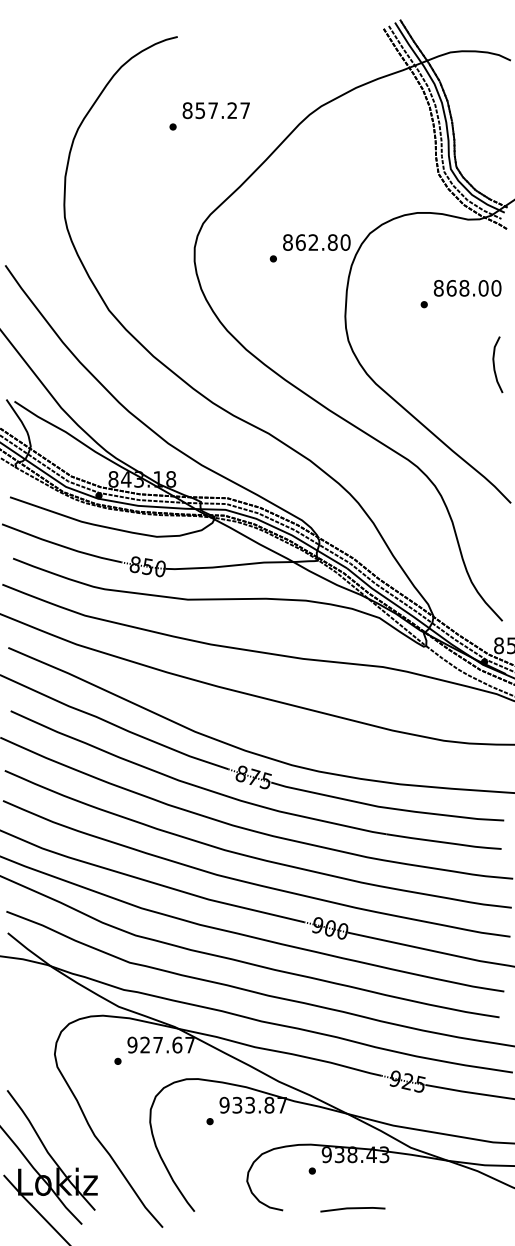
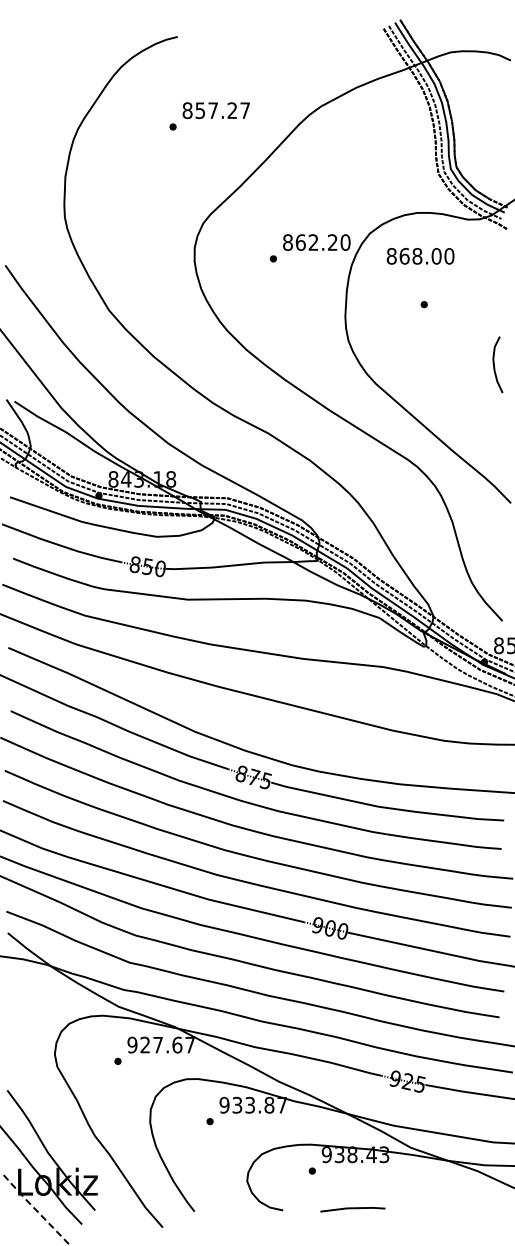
text at (332, 242): 862.80 -> 862.20
text at (467, 288) position: (467, 288) -> (420, 256)
line at (36, 1210): solid -> dashed
